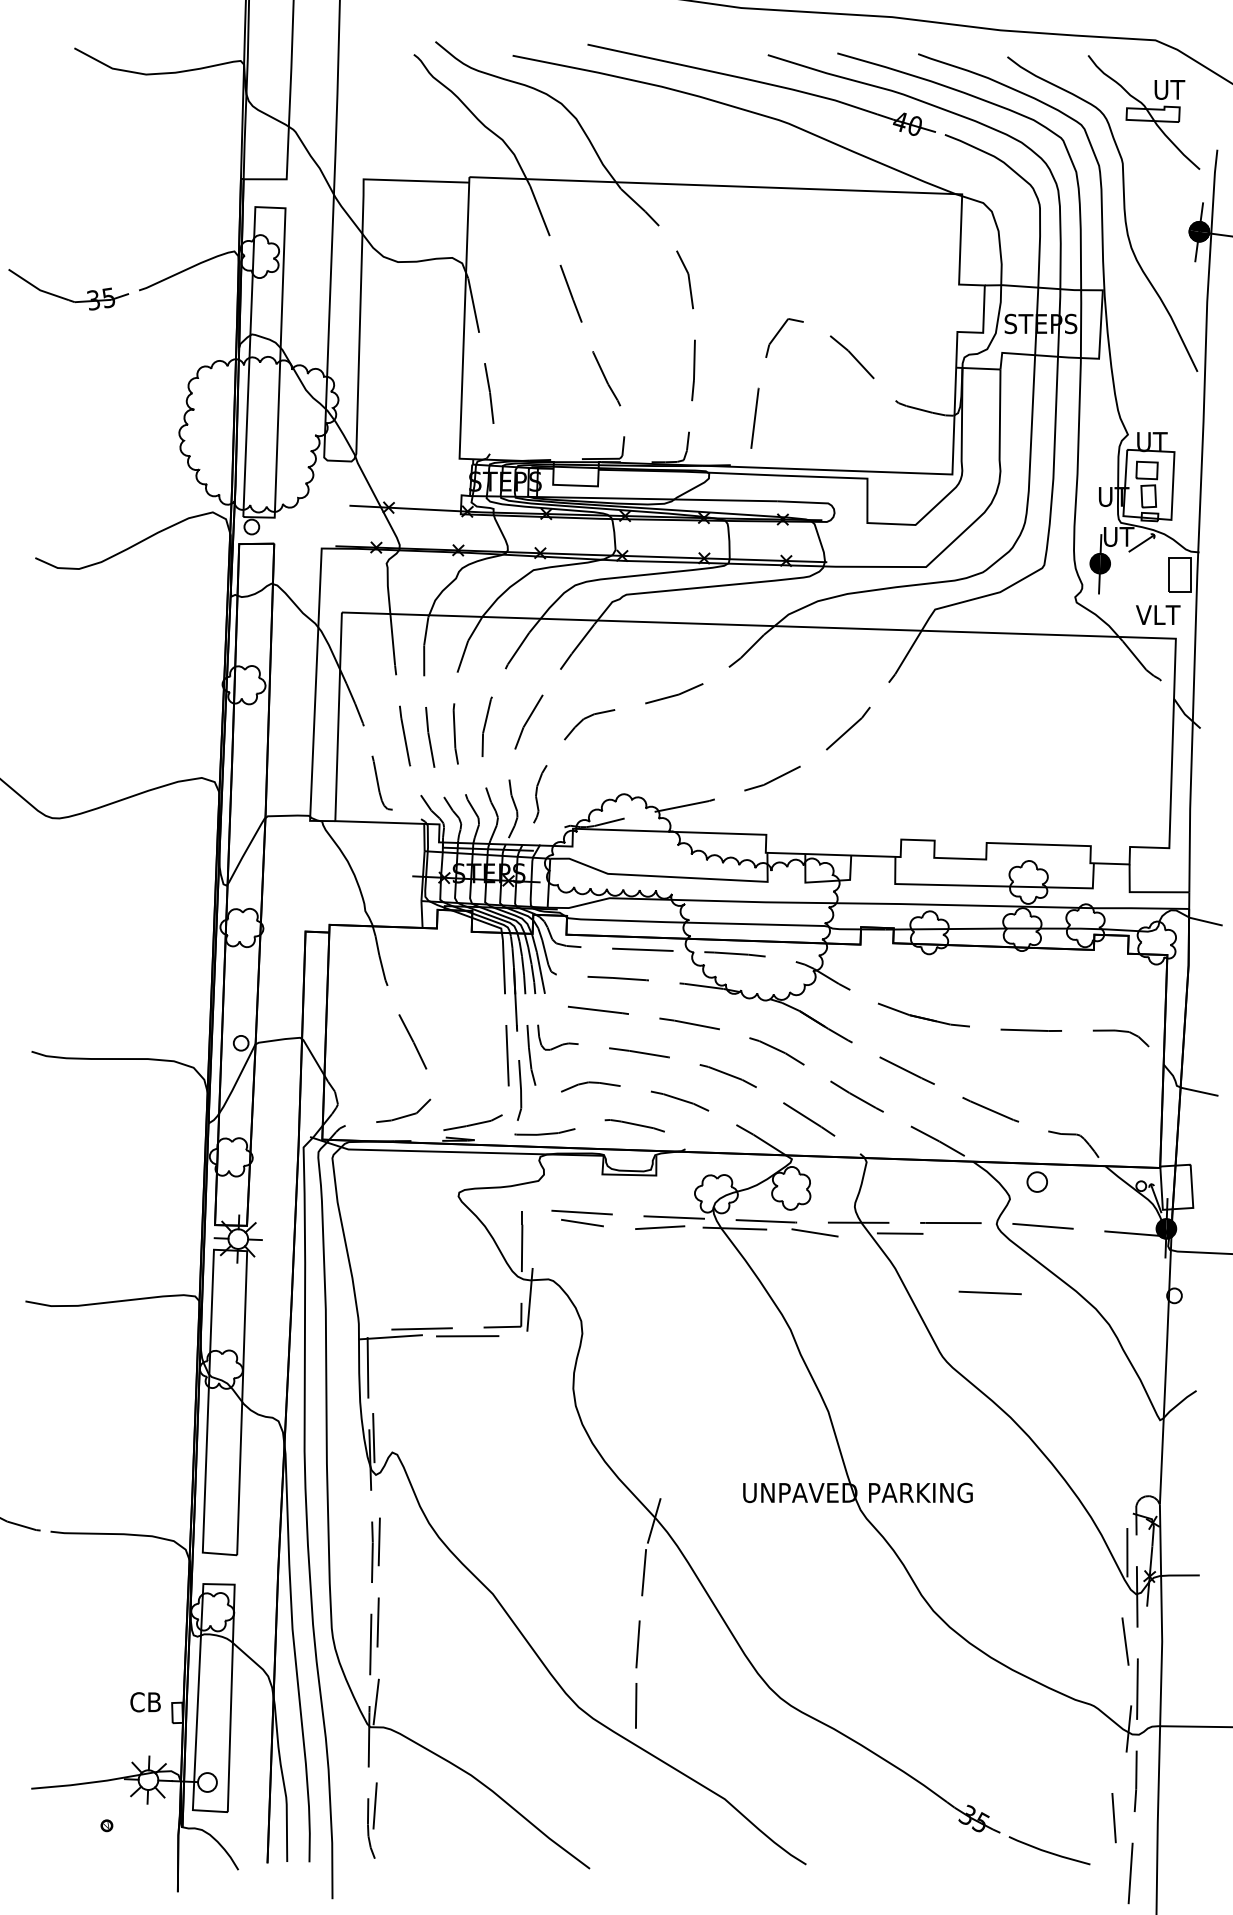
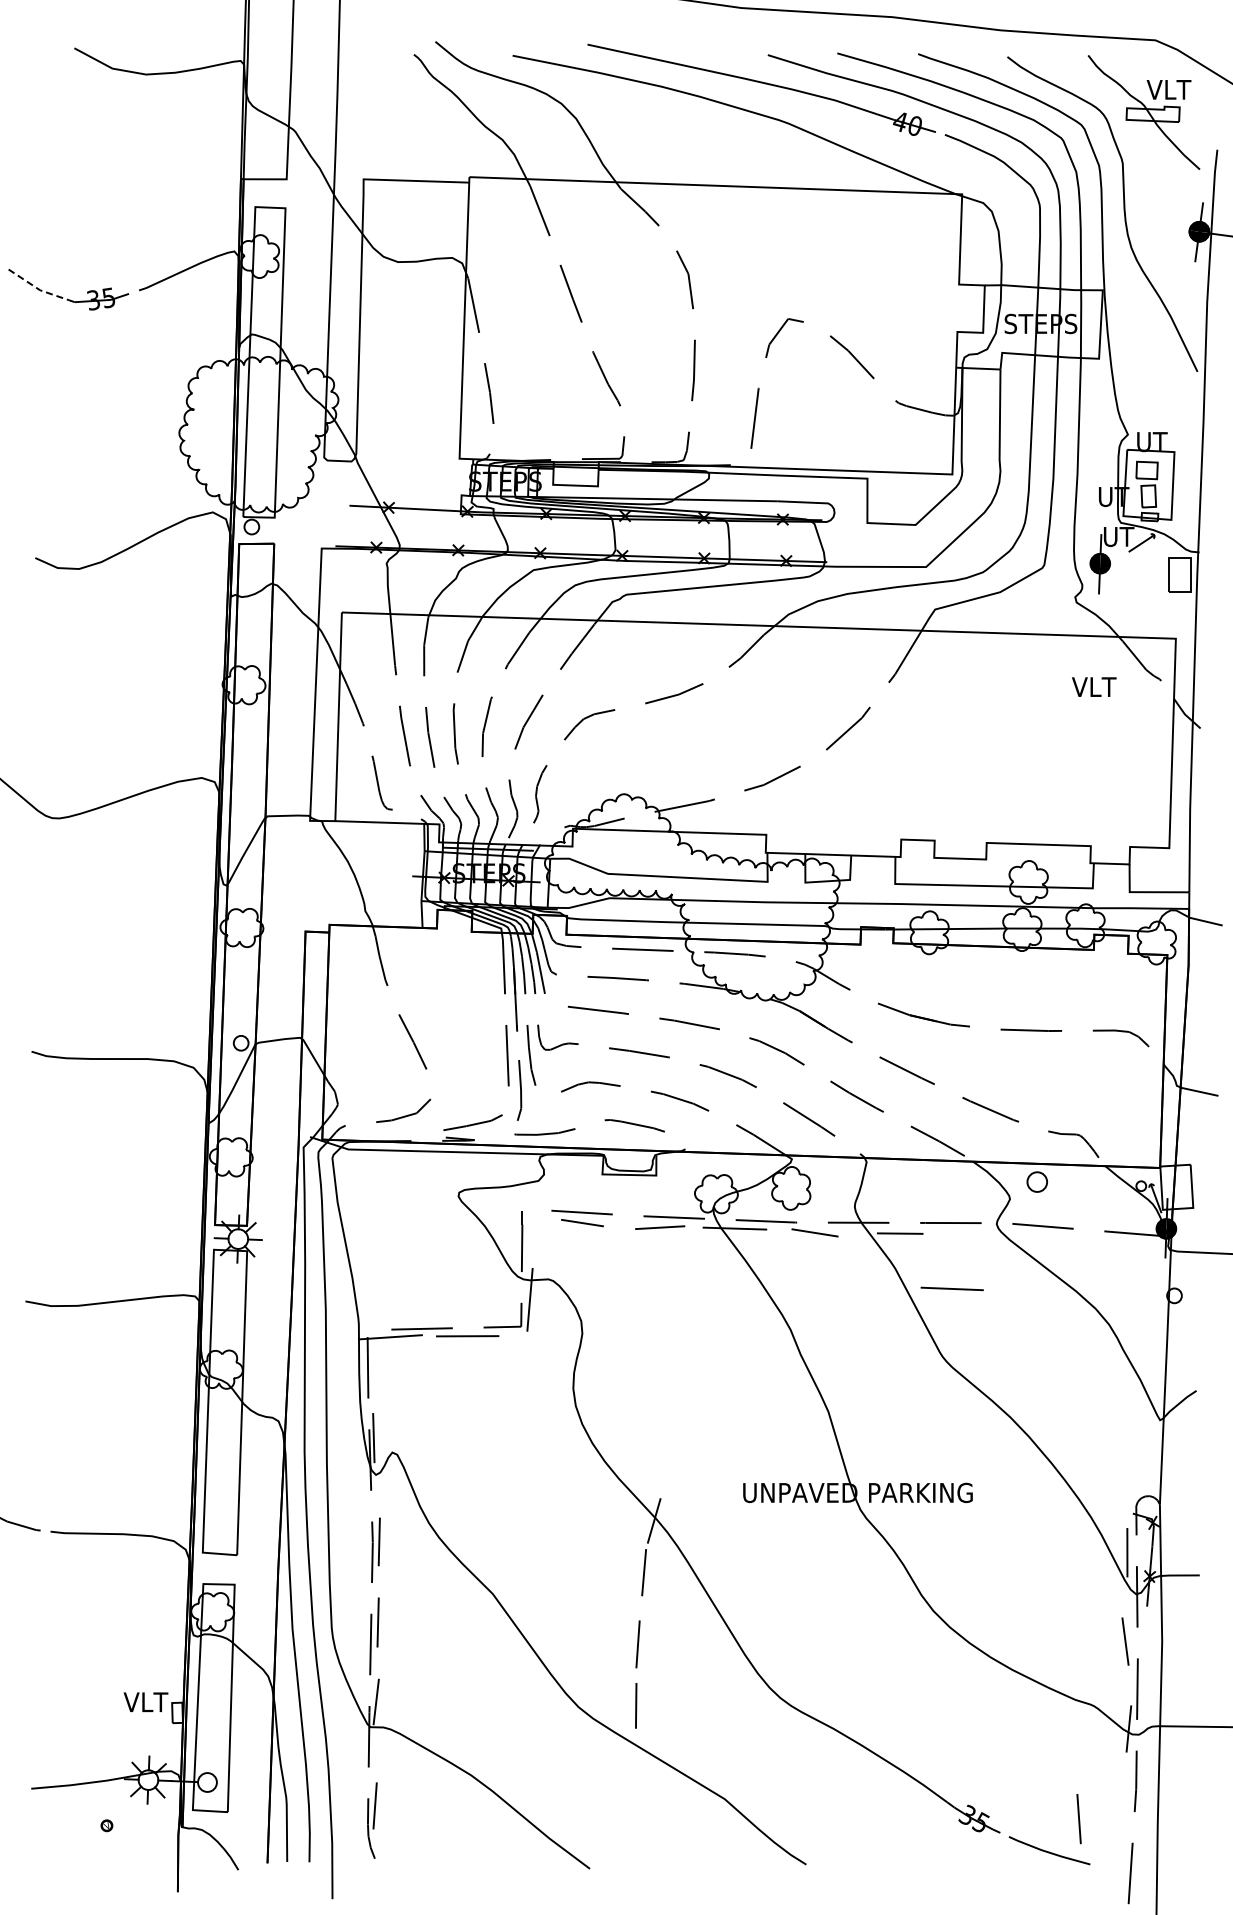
text at (1168, 89): UT -> VLT
line at (37, 288): solid -> dashed
text at (1158, 614) position: (1158, 614) -> (1094, 686)
line at (989, 1292) position: (989, 1292) -> (951, 1288)
text at (145, 1702): CB -> VLT
line at (1113, 1818) position: (1113, 1818) -> (1078, 1819)
